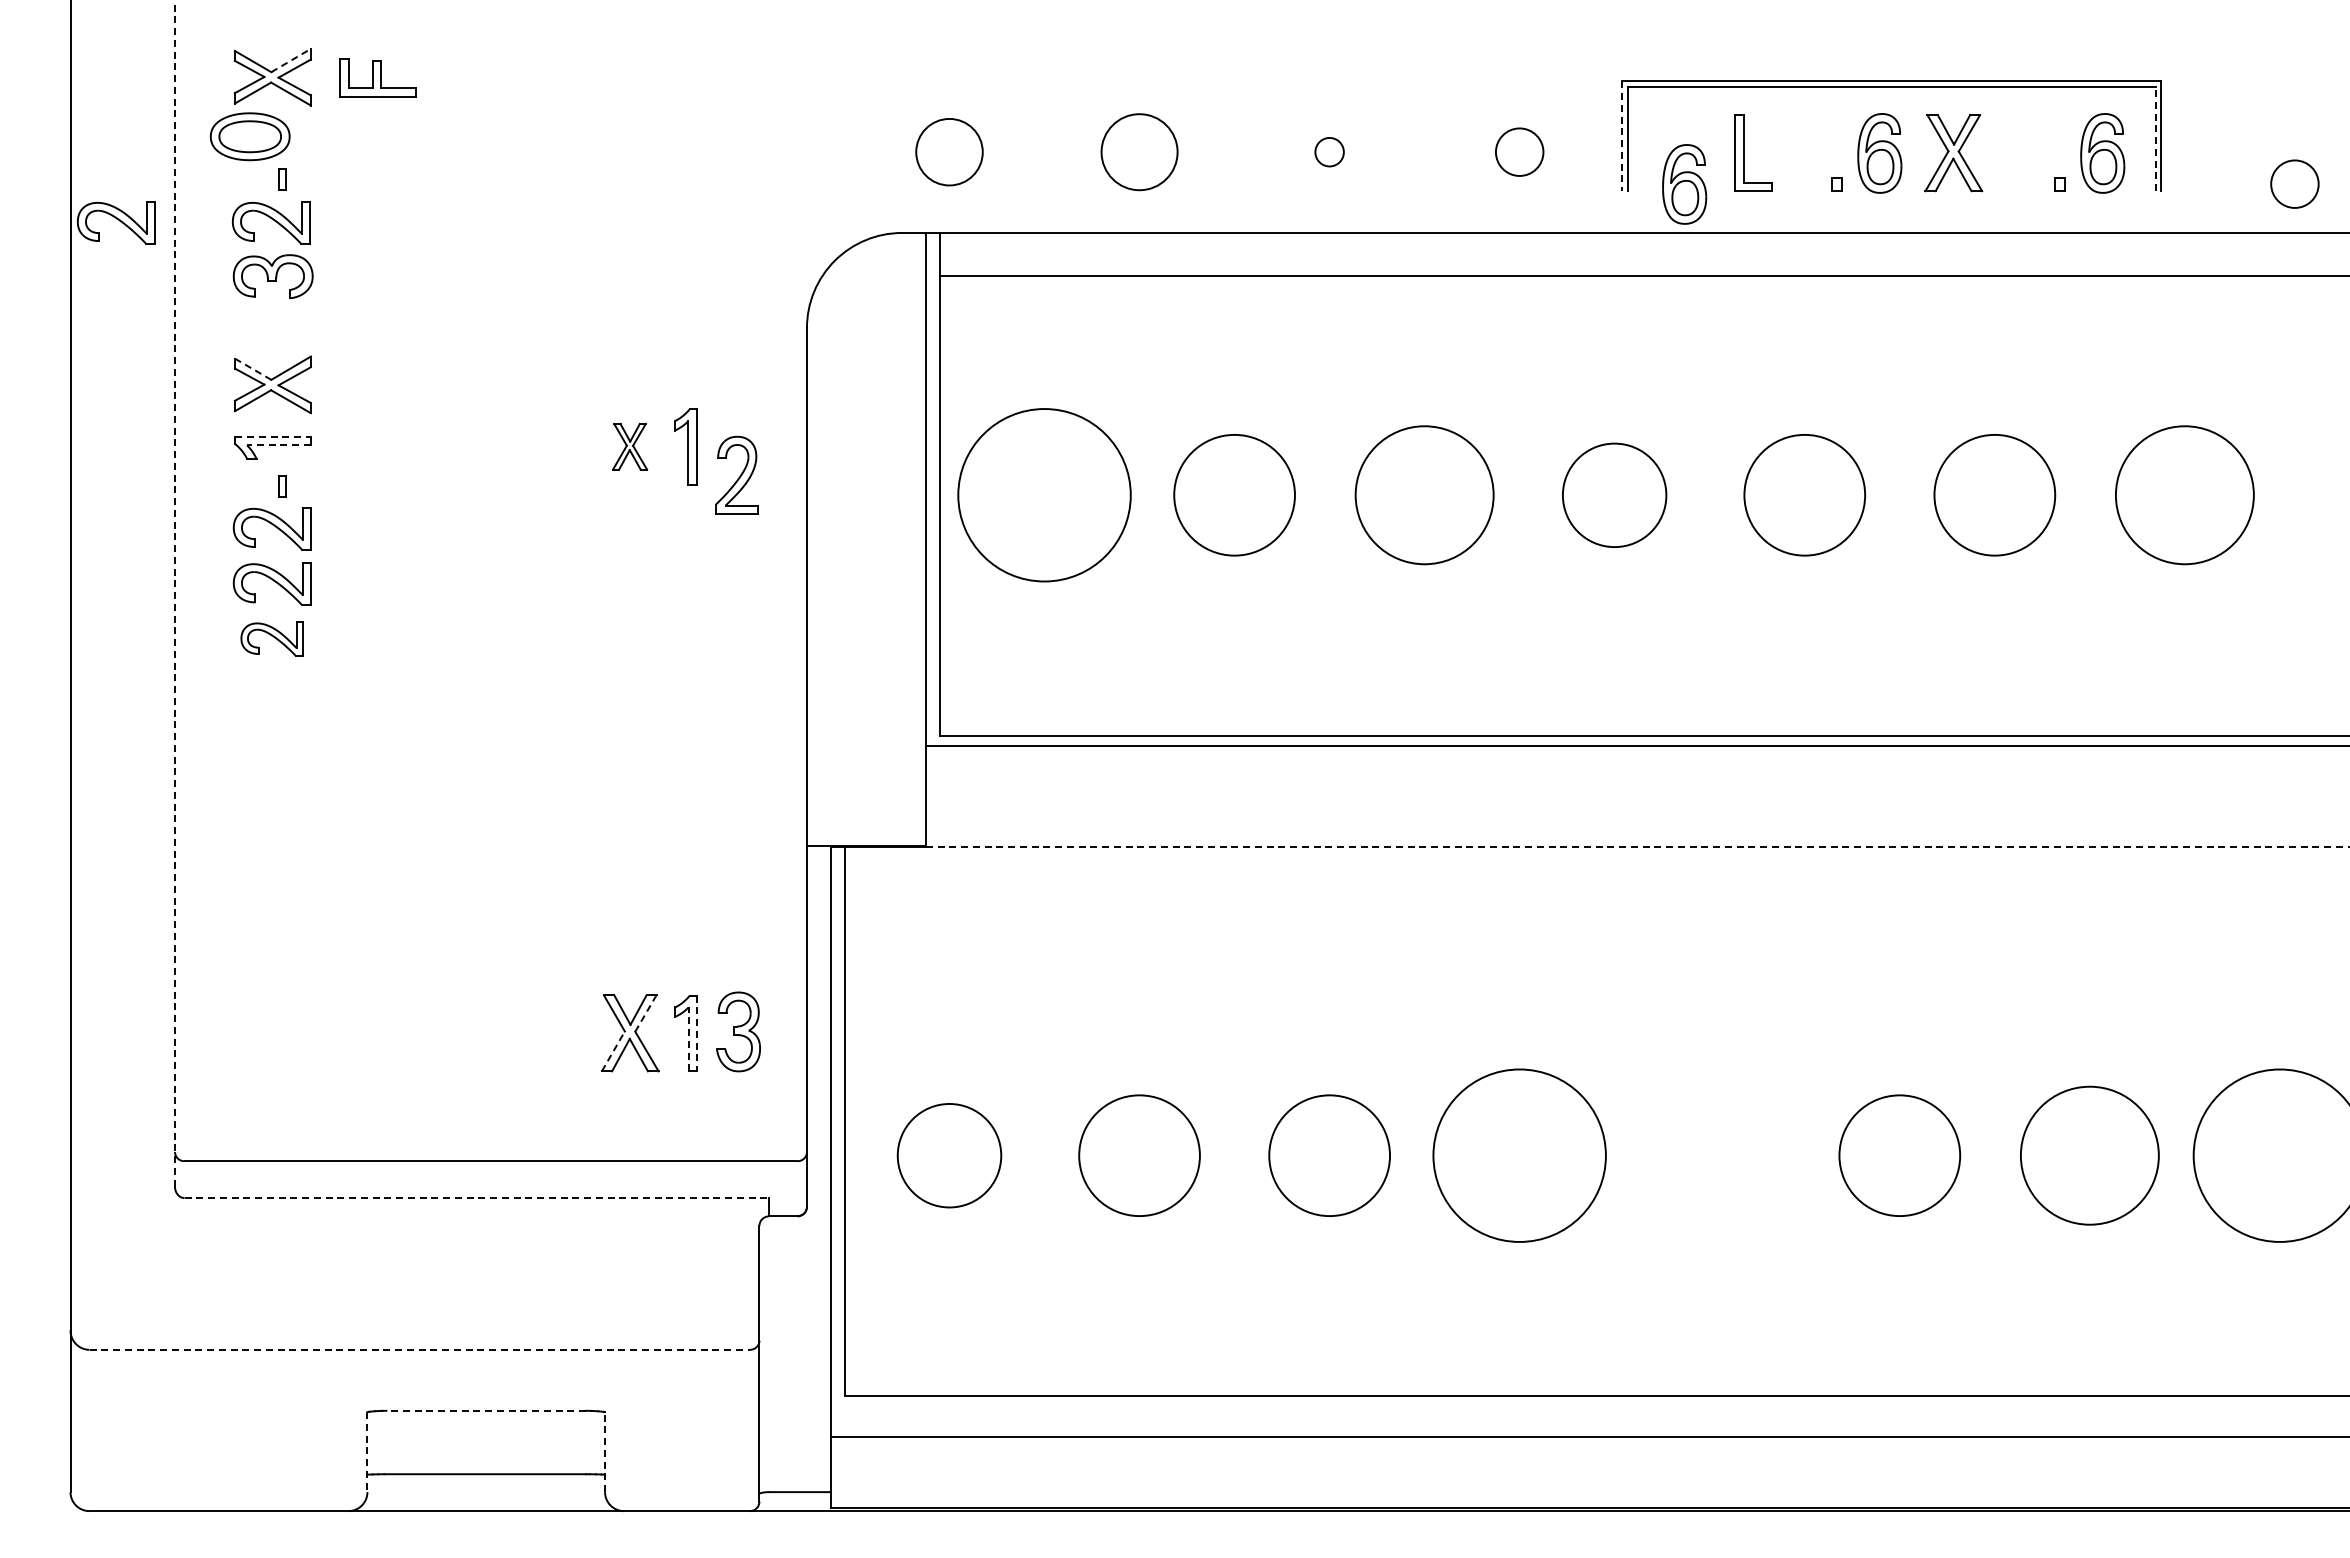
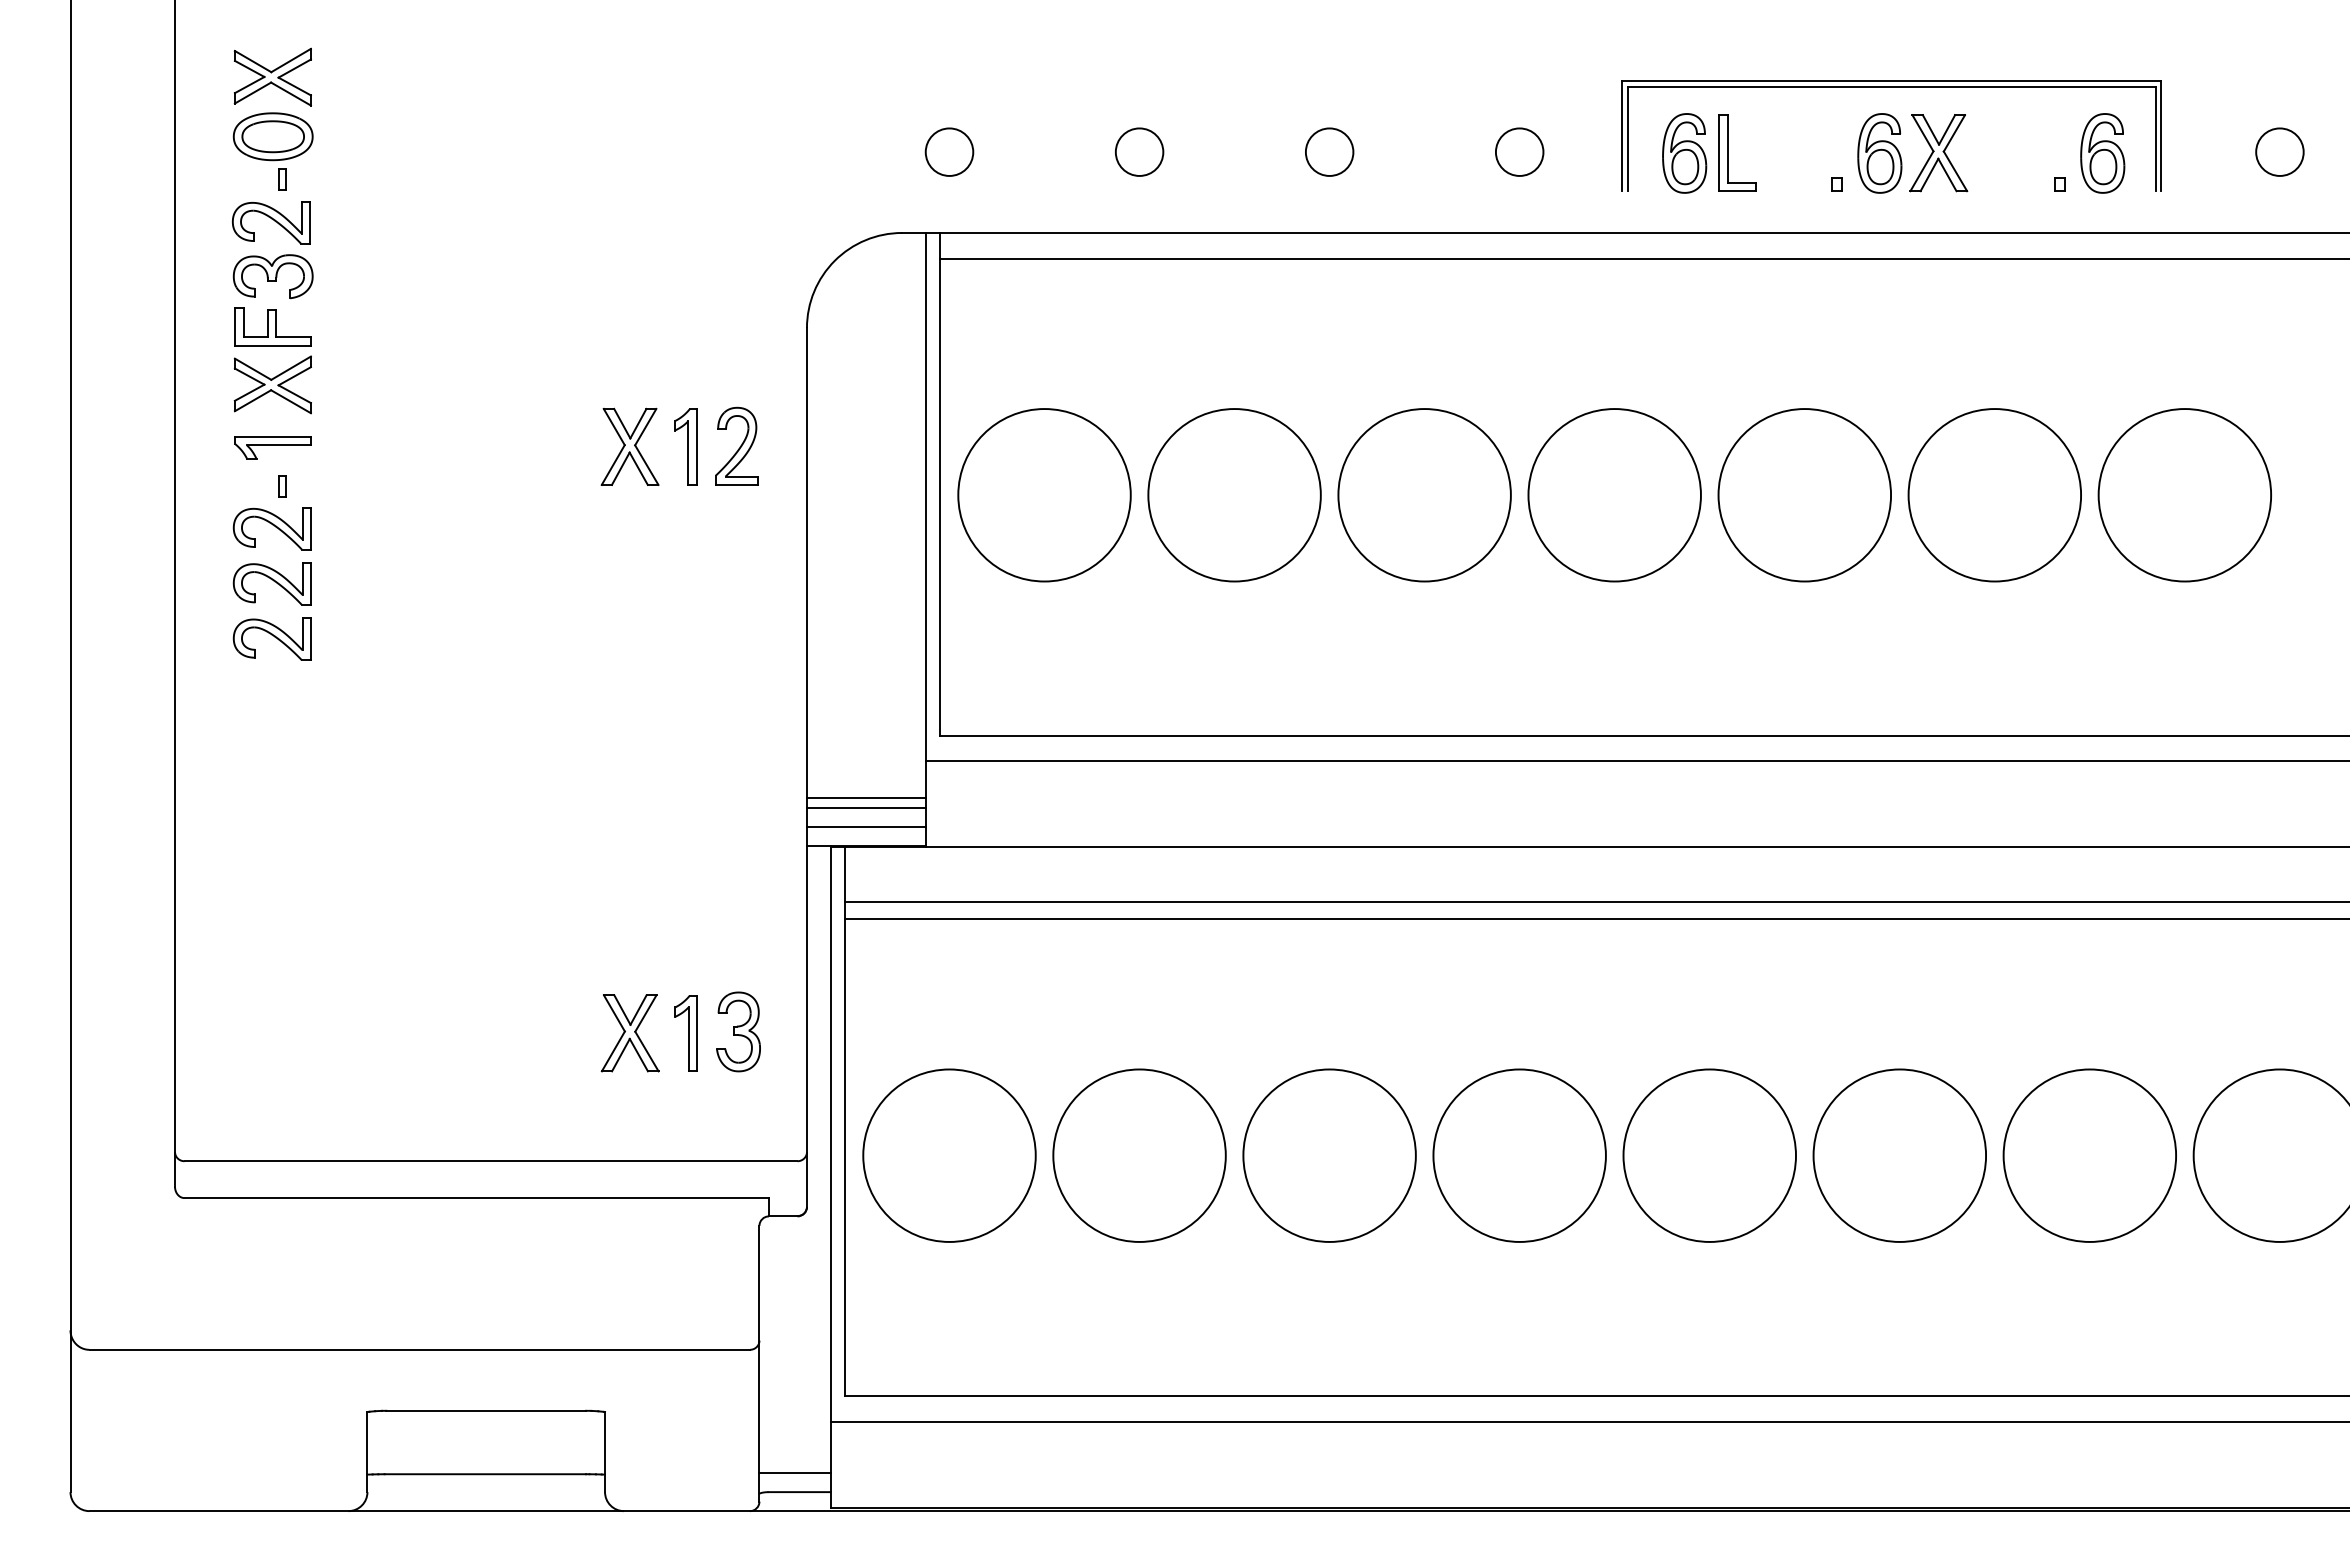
line at (291, 60): dashed -> solid
part at (377, 77) position: (377, 77) -> (272, 326)
part at (249, 136) position: (249, 136) -> (272, 136)
line at (1622, 136): dashed -> solid
line at (2155, 138): dashed -> solid
circle at (949, 151) diameter: 67 px -> 48 px
circle at (1329, 151) diameter: 29 px -> 48 px
circle at (1139, 152) diameter: 76 px -> 48 px
part at (1744, 152) position: (1744, 152) -> (1728, 152)
part at (1953, 153) position: (1953, 153) -> (1938, 153)
circle at (2294, 183) position: (2294, 183) -> (2279, 151)
part at (1684, 184) position: (1684, 184) -> (1684, 153)
part at (116, 222): present -> none
line at (1642, 276) position: (1642, 276) -> (1642, 259)
line at (253, 369): dashed -> solid
line at (273, 437): dashed -> solid
line at (279, 445): dashed -> solid
part at (630, 446) size: 37x49 px -> 60x79 px
part at (736, 474) position: (736, 474) -> (736, 445)
circle at (1234, 494) diameter: 121 px -> 172 px
circle at (1614, 494) size: 106x106 px -> 175x175 px
circle at (1804, 494) diameter: 121 px -> 172 px
circle at (1994, 494) diameter: 121 px -> 172 px
circle at (1424, 495) diameter: 138 px -> 172 px
circle at (2184, 495) diameter: 138 px -> 172 px
line at (175, 593): dashed -> solid
part at (271, 638) size: 64x36 px -> 80x44 px
line at (1635, 746) position: (1635, 746) -> (1635, 761)
line at (865, 798): none -> present
line at (865, 807): none -> present
line at (865, 826): none -> present
line at (1637, 847): dashed -> solid
line at (1595, 902): none -> present
line at (1595, 919): none -> present
line at (645, 1013): dashed -> solid
line at (696, 1033): dashed -> solid
line at (688, 1039): dashed -> solid
line at (613, 1051): dashed -> solid
circle at (949, 1155) diameter: 103 px -> 172 px
circle at (1139, 1155) diameter: 121 px -> 172 px
circle at (1329, 1155) diameter: 121 px -> 172 px
circle at (1709, 1155): none -> present
circle at (1899, 1155) diameter: 121 px -> 172 px
circle at (2089, 1155) diameter: 138 px -> 172 px
line at (477, 1198): dashed -> solid
line at (420, 1349): dashed -> solid
line at (486, 1410): dashed -> solid
line at (1588, 1436) position: (1588, 1436) -> (1588, 1421)
line at (605, 1451): dashed -> solid
line at (367, 1452): dashed -> solid
line at (794, 1473): none -> present
